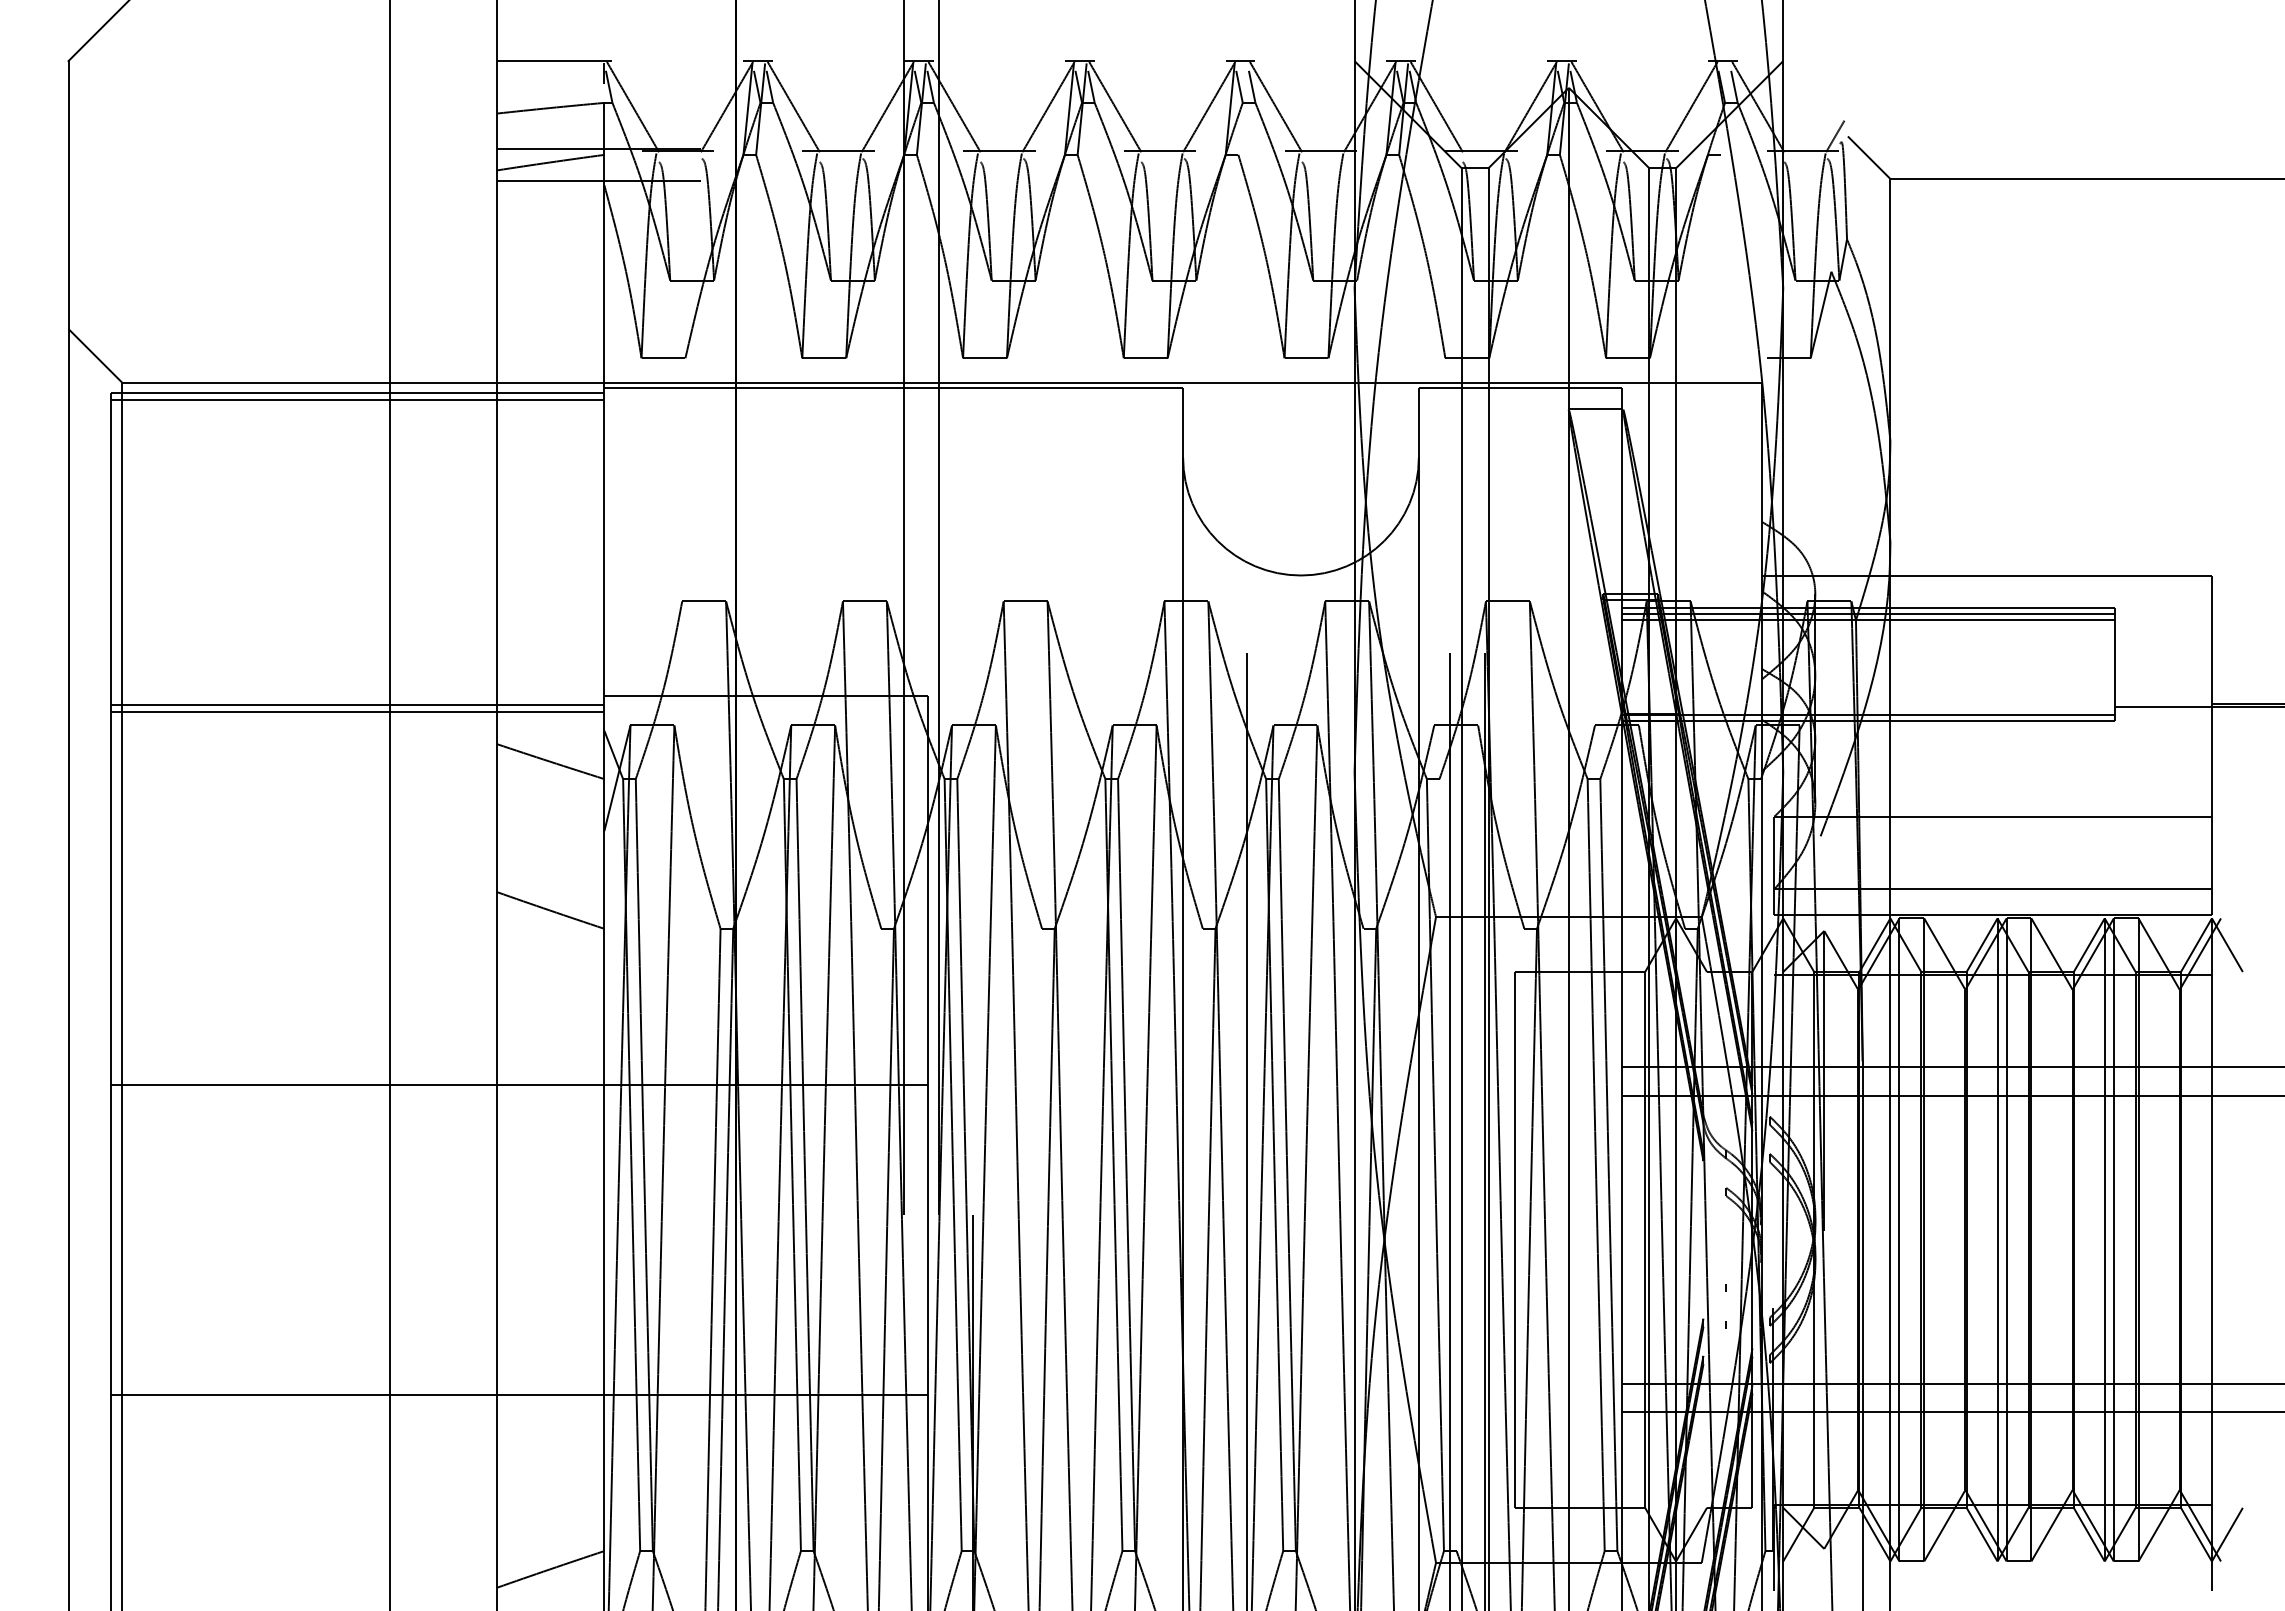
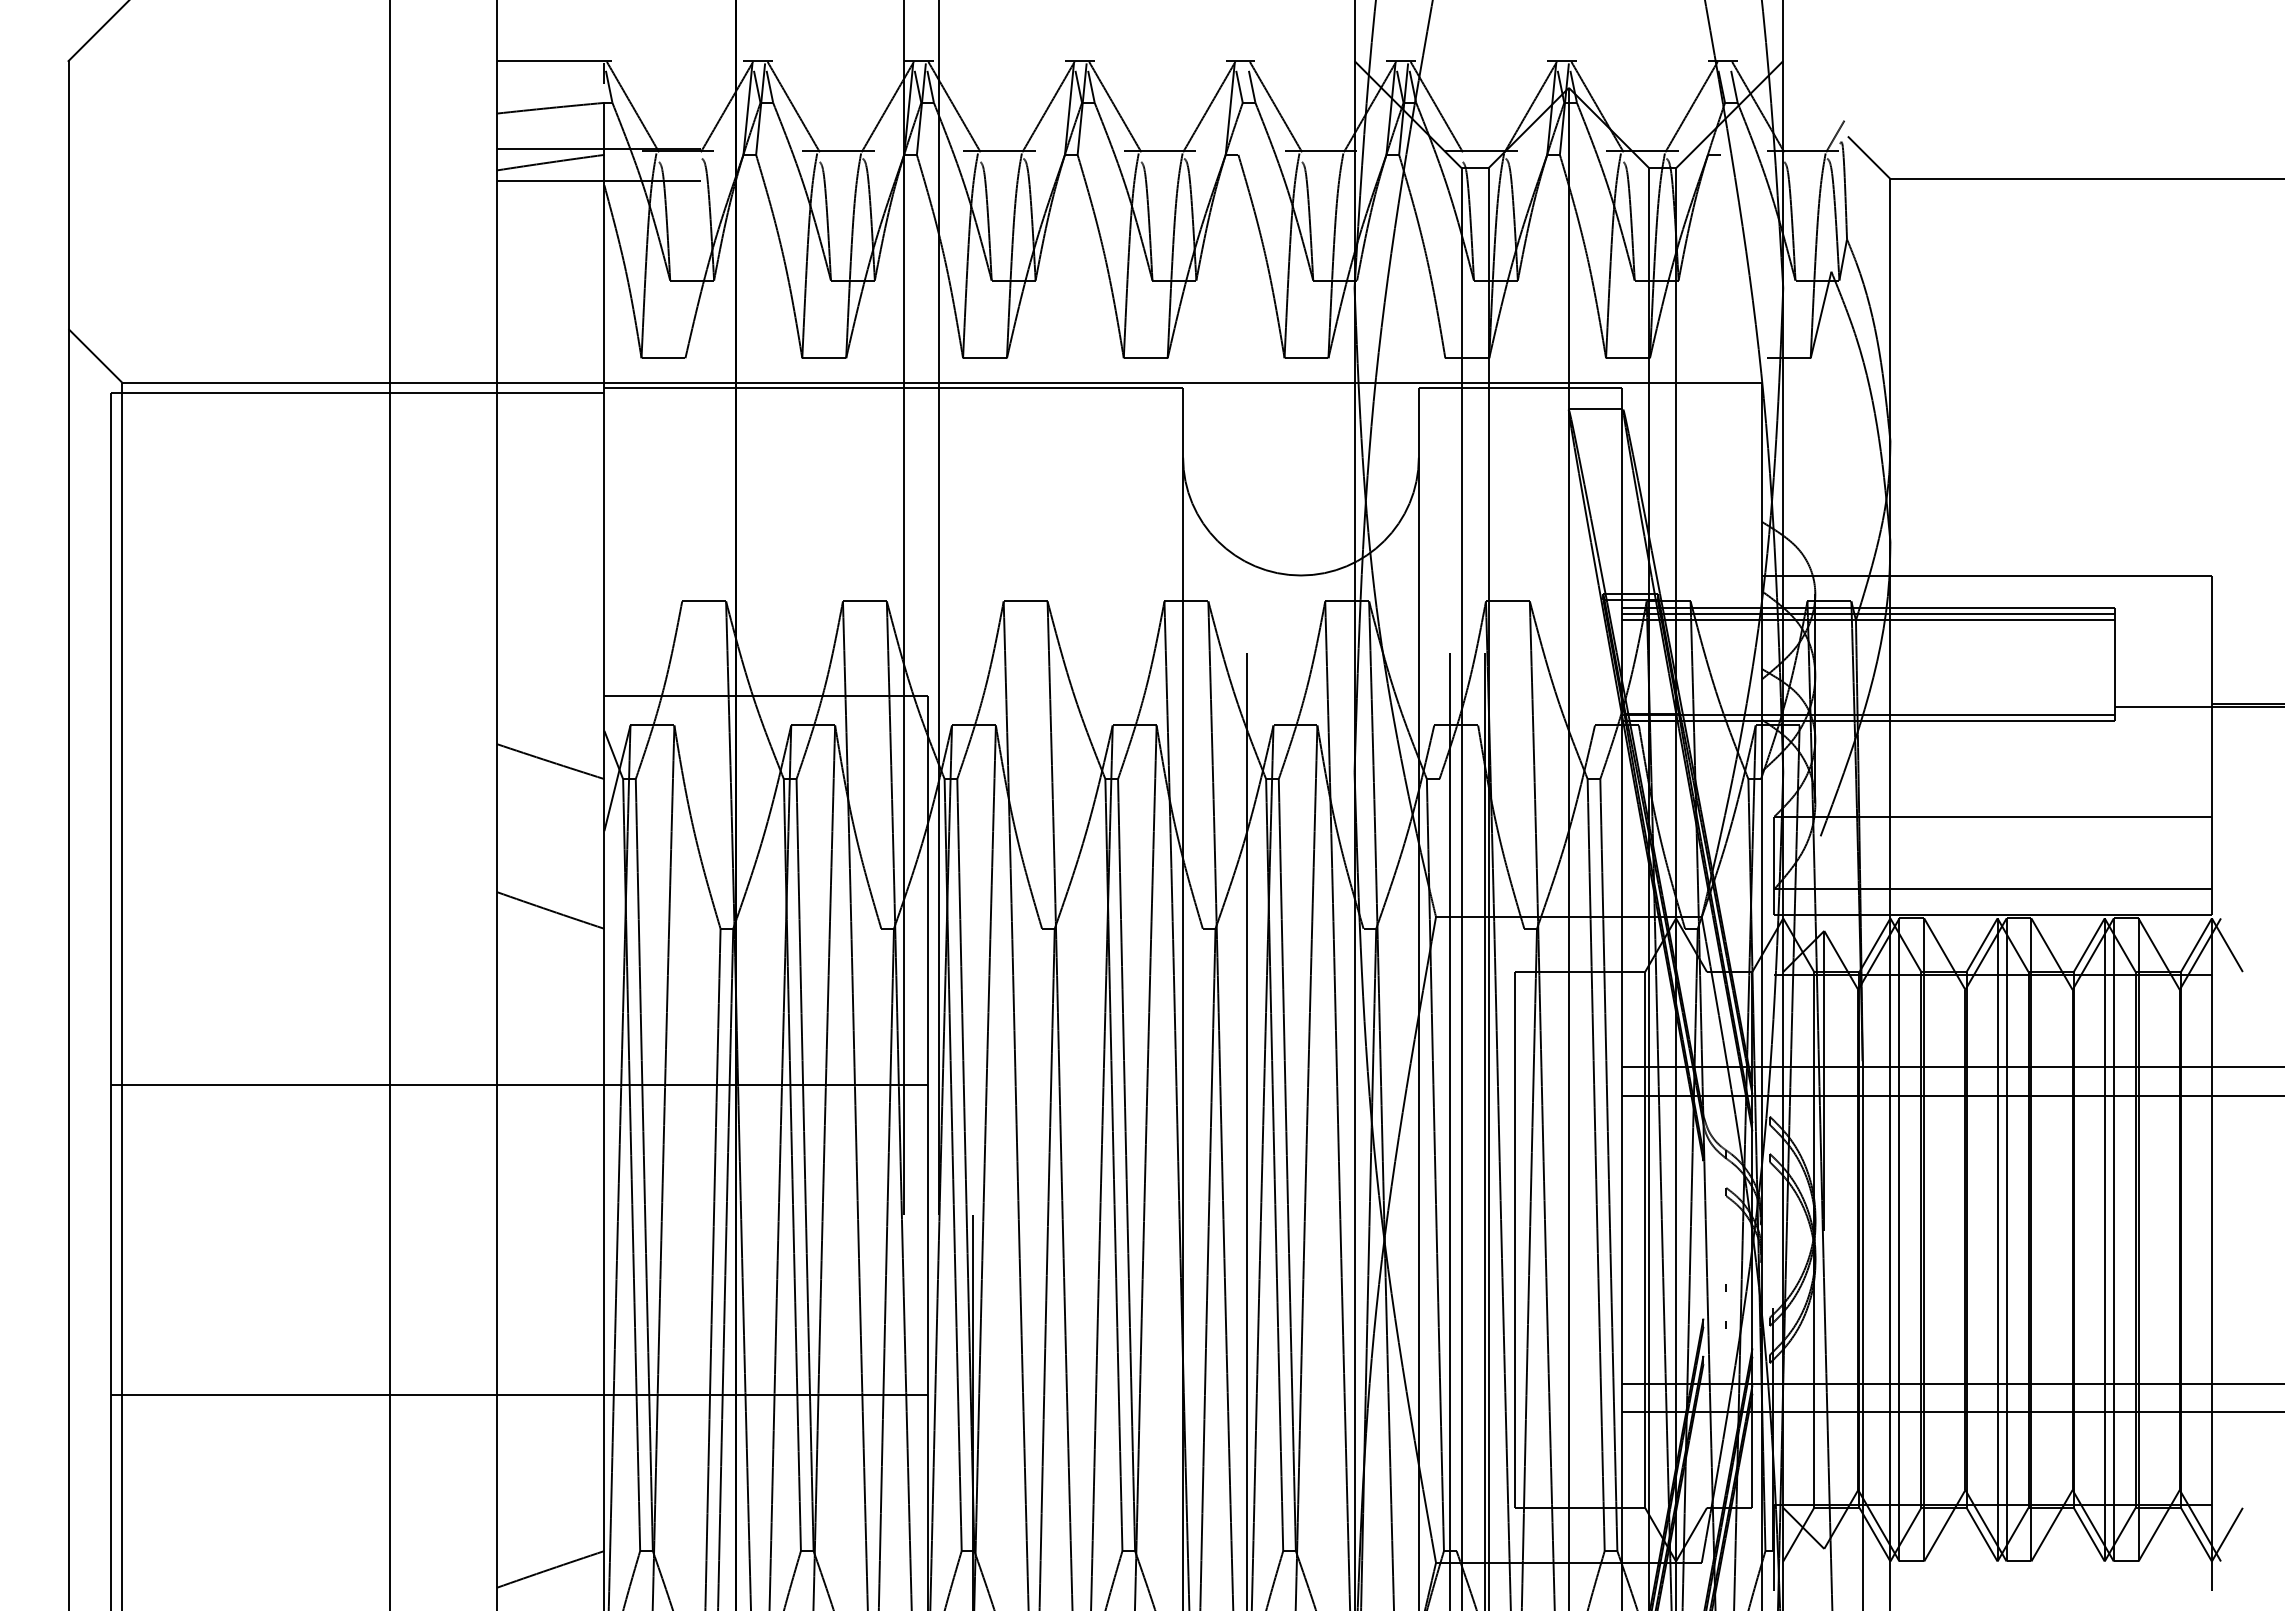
line at (357, 399): present -> none
line at (357, 705): present -> none
line at (357, 711): present -> none
